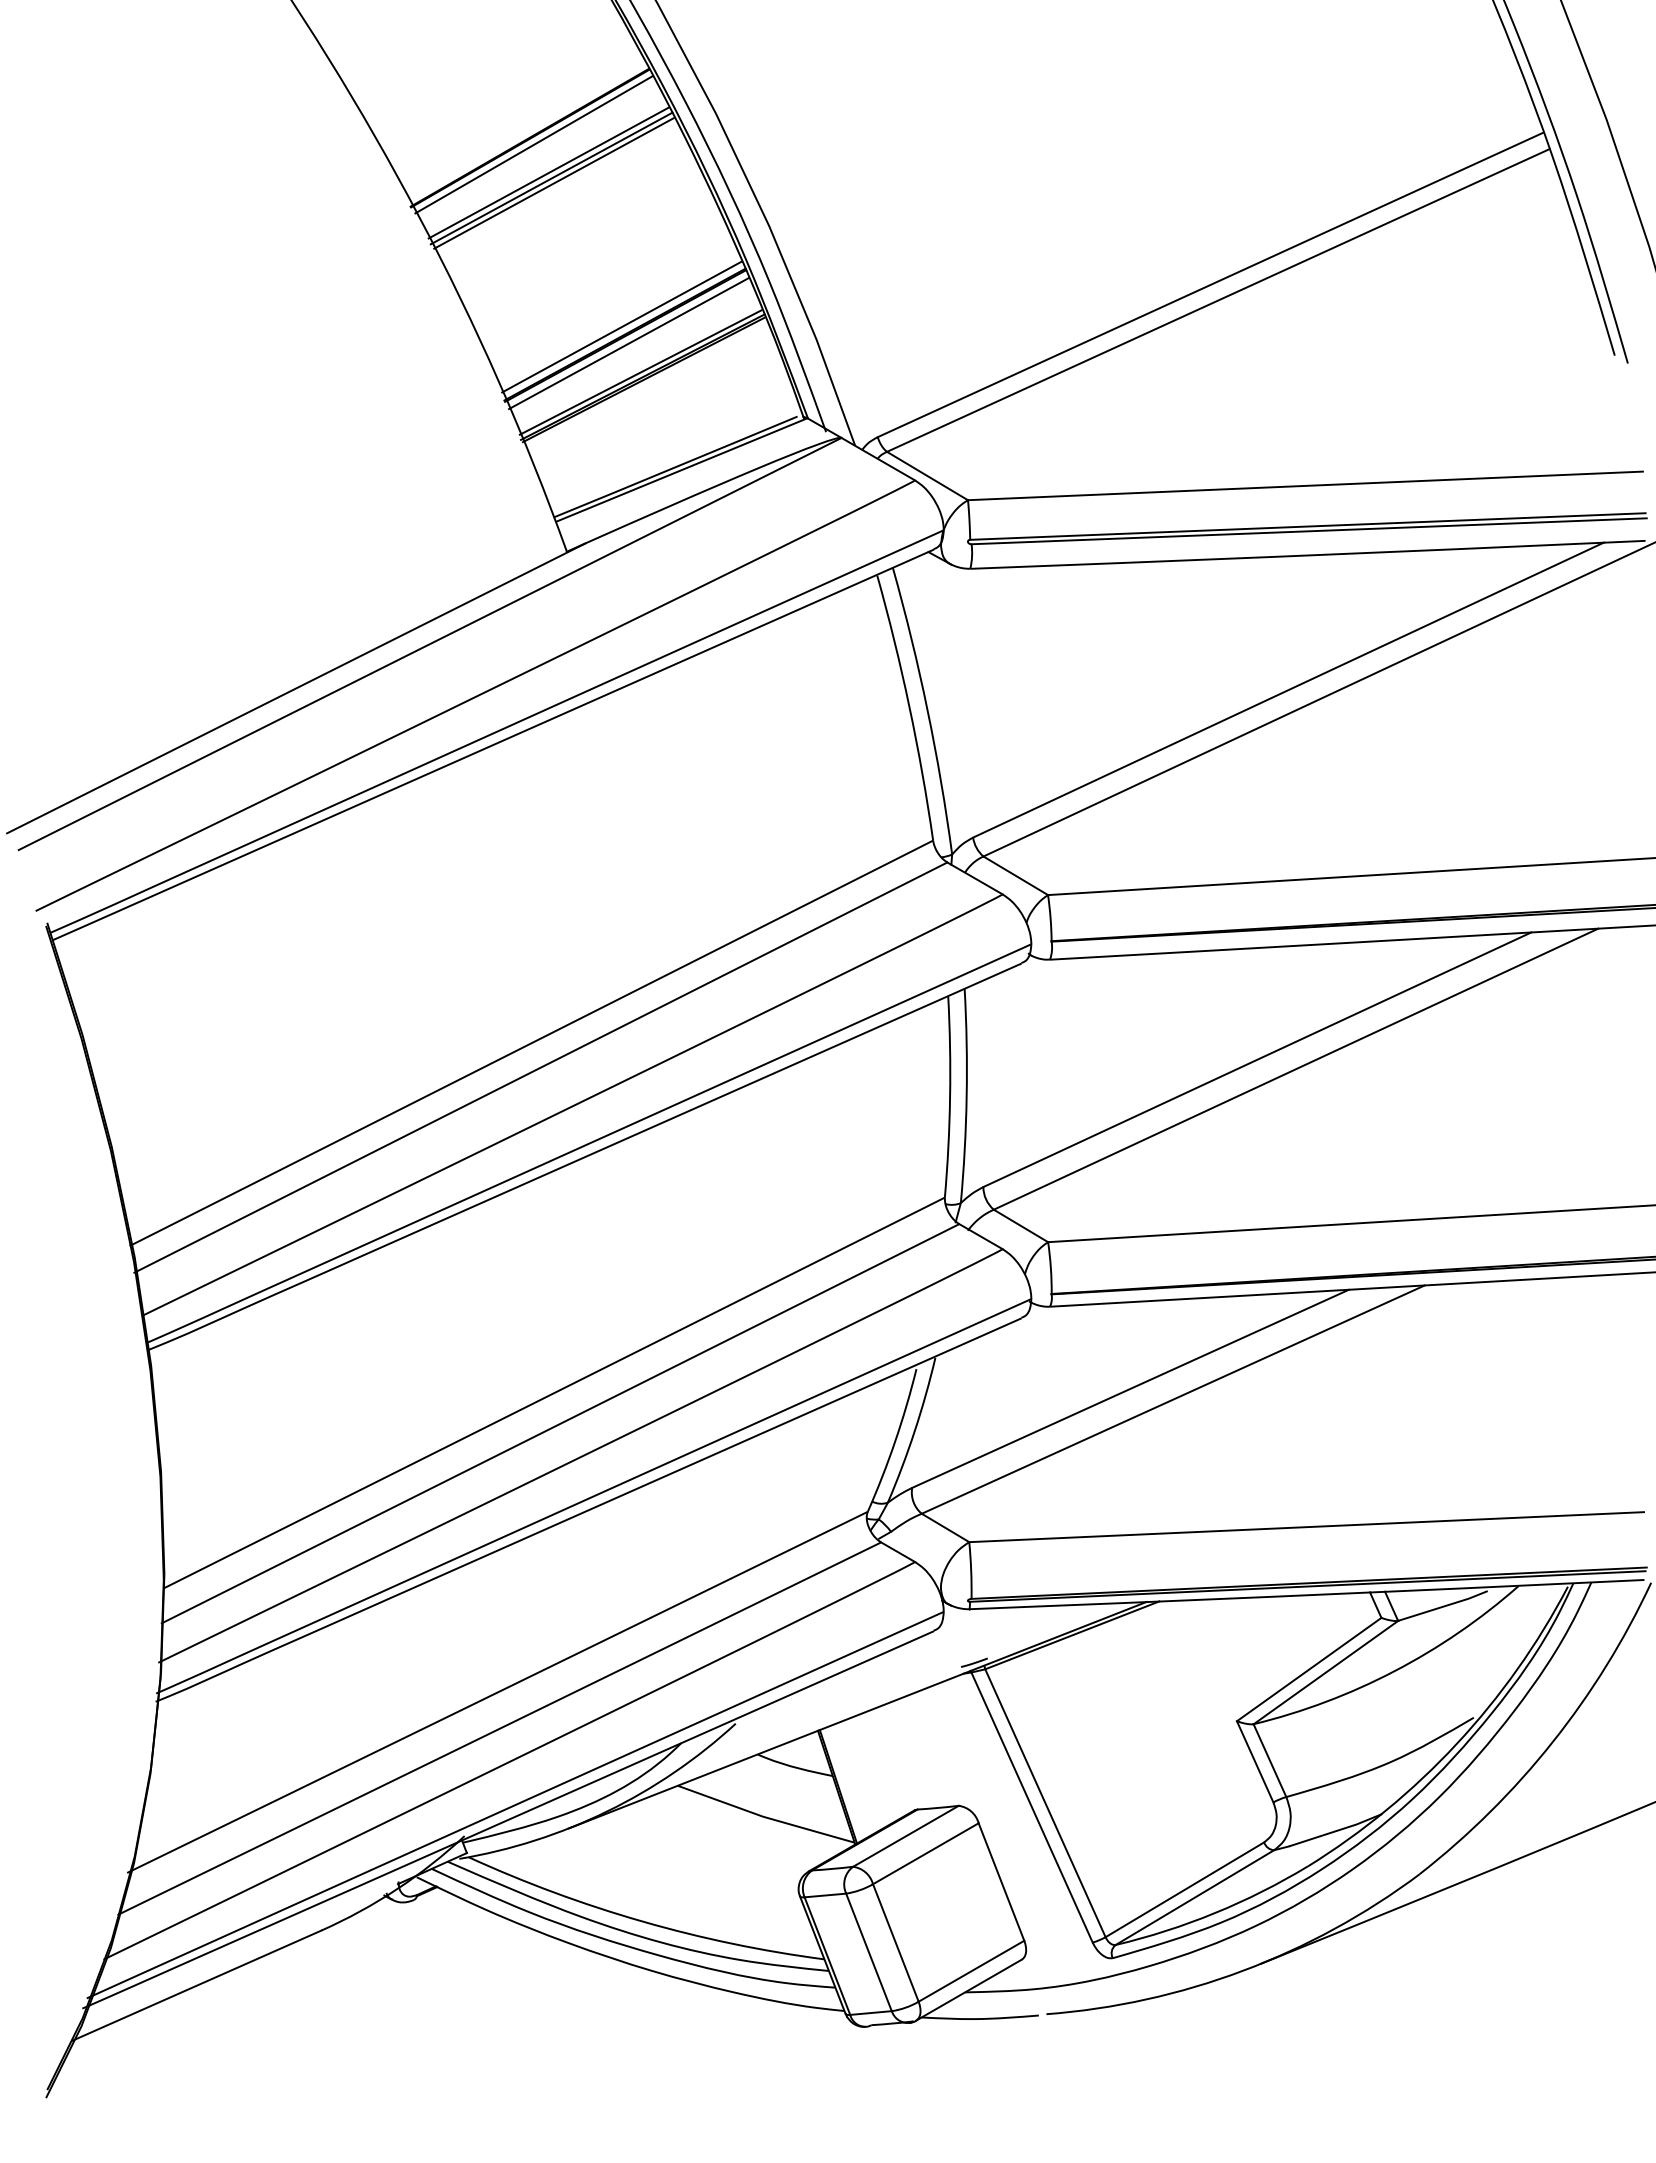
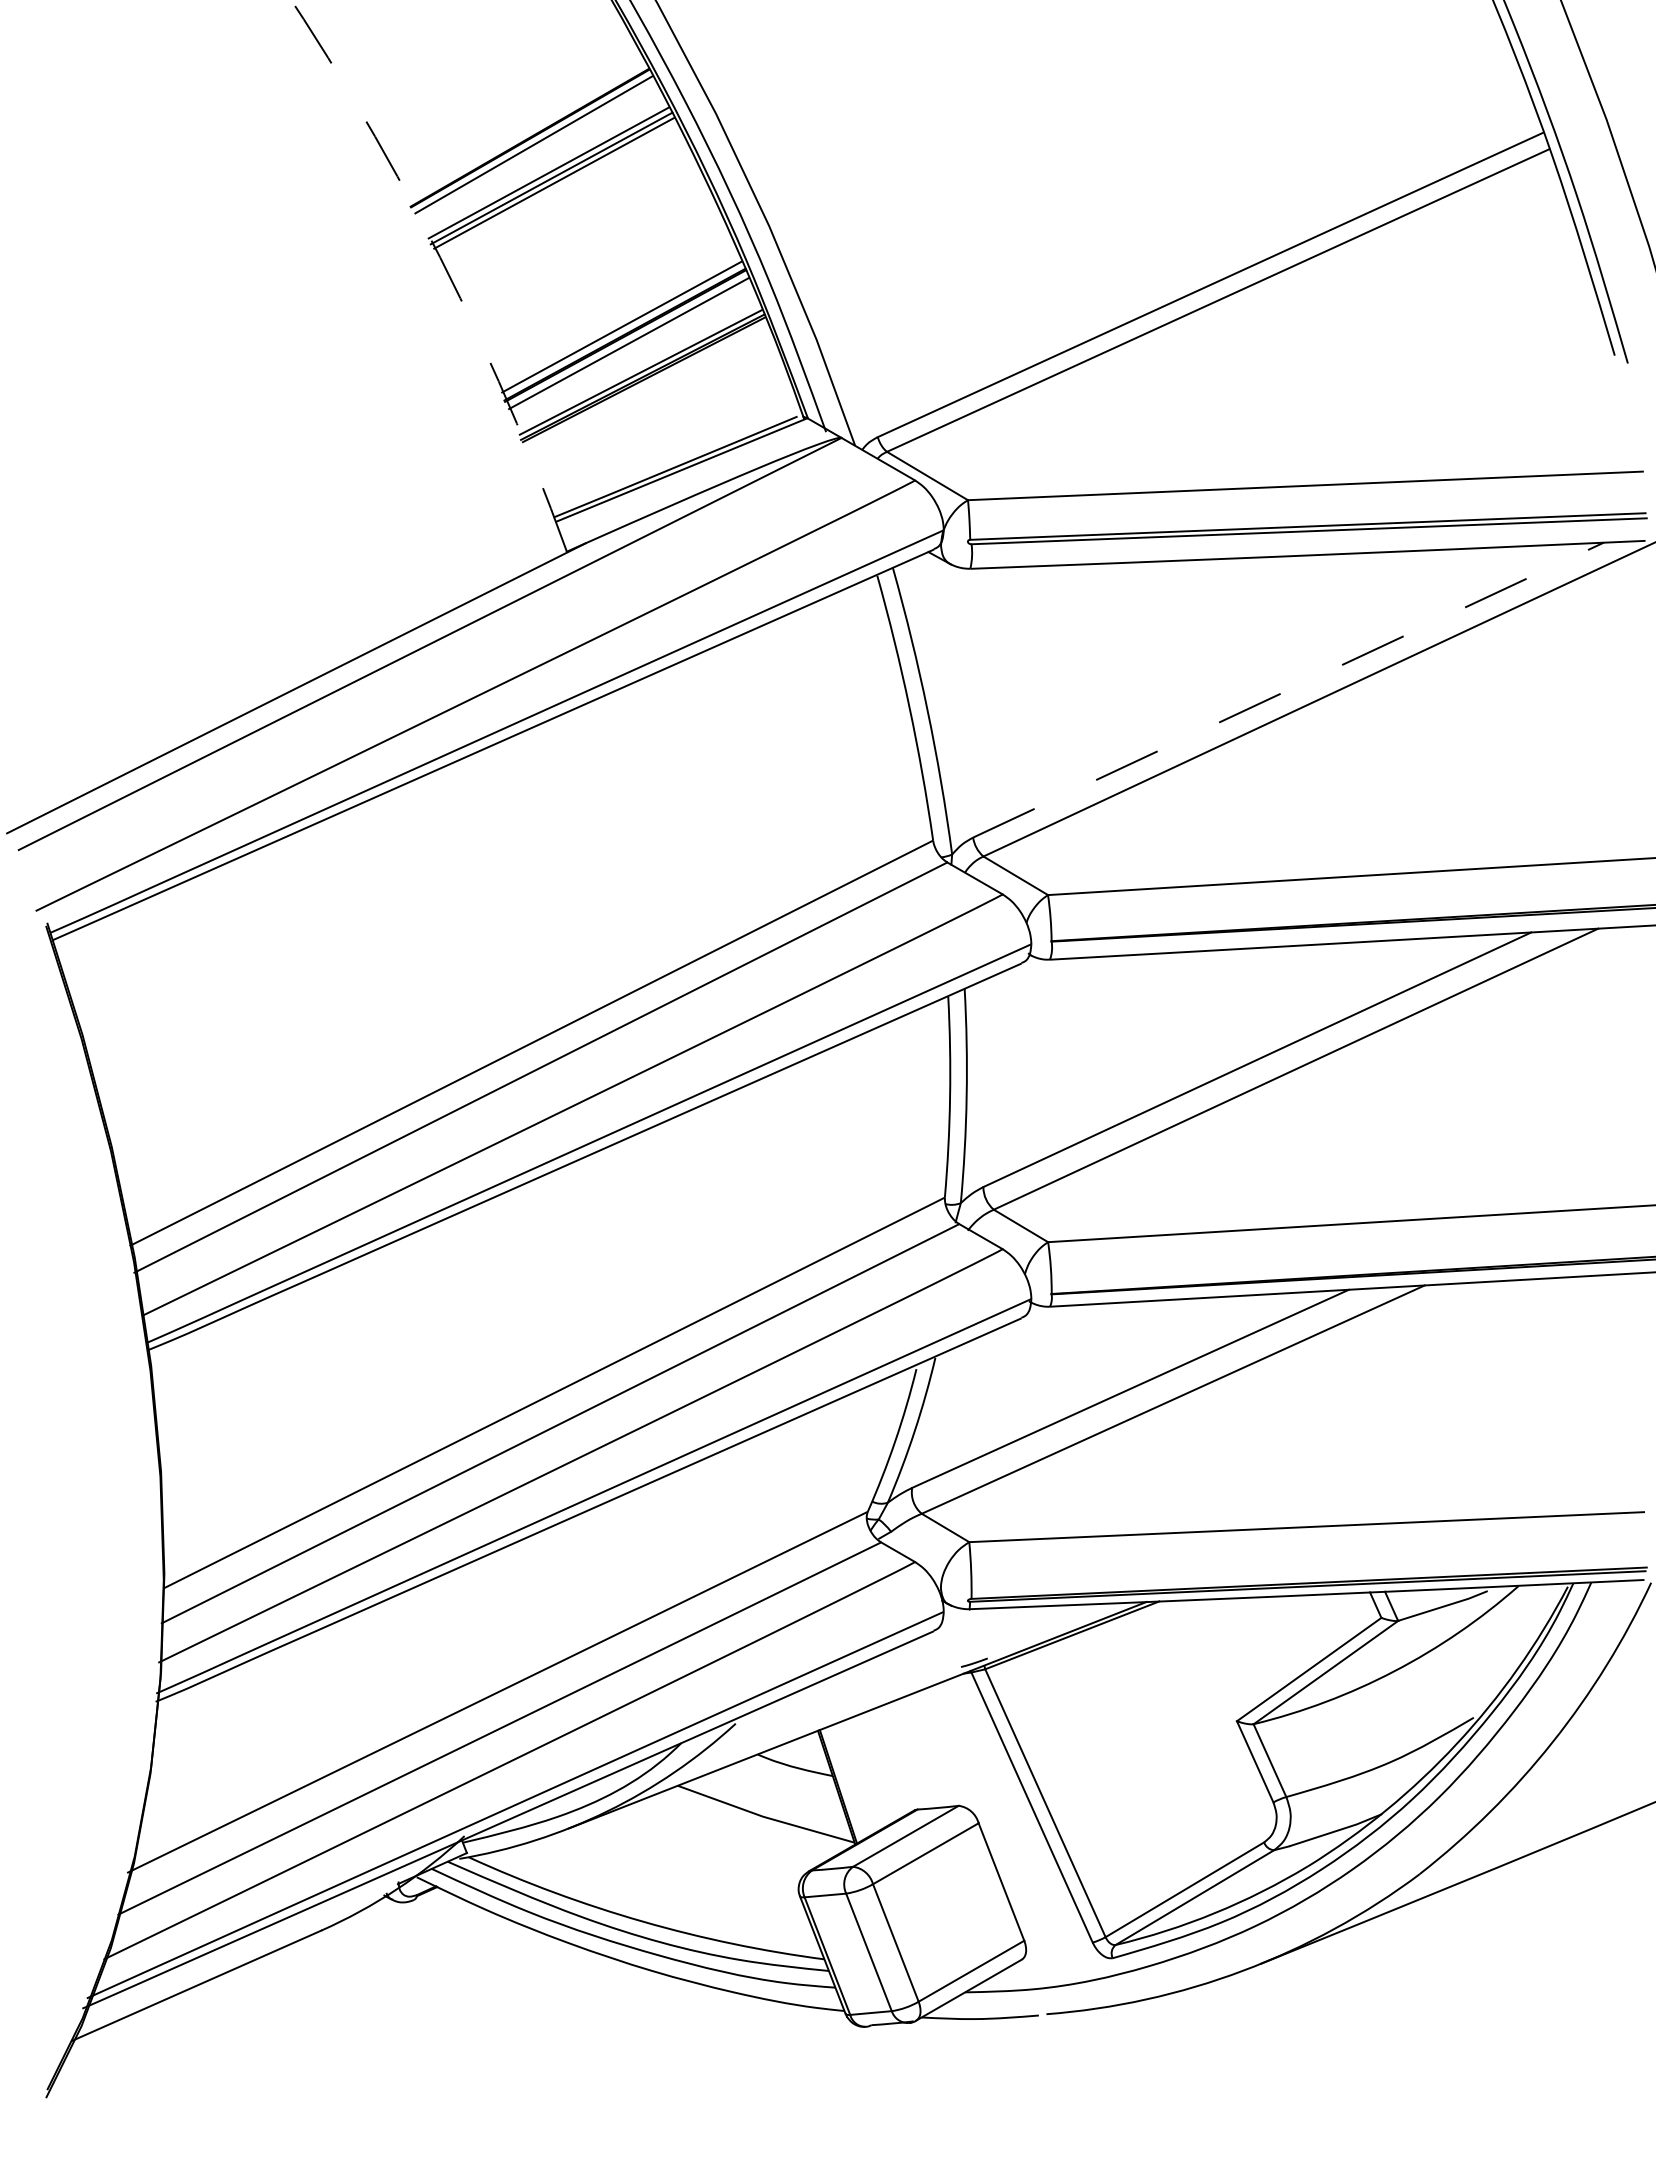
arc at (444, 267): solid -> dashed
line at (1288, 689): solid -> dashed
